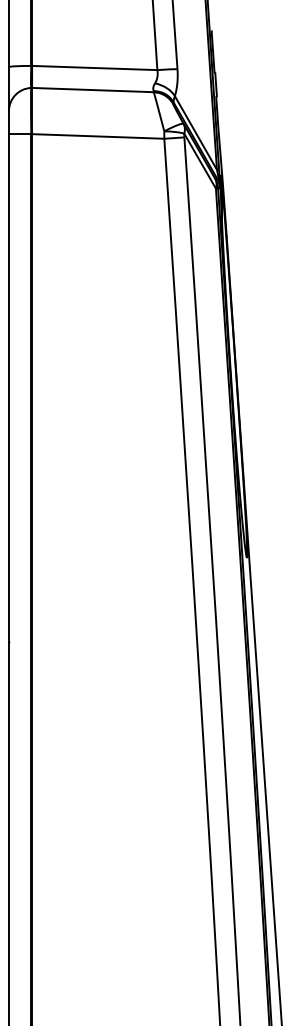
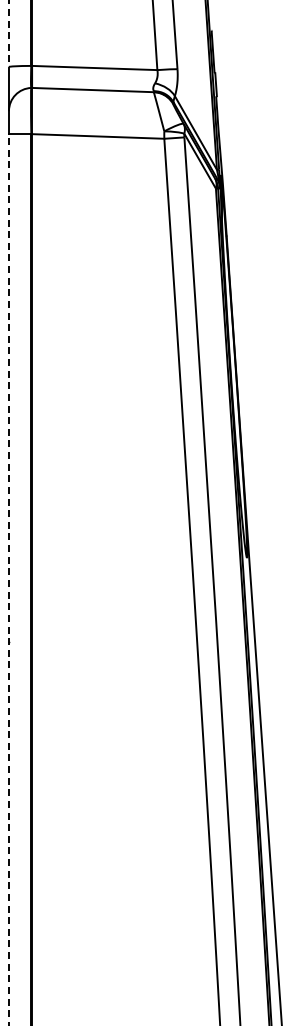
line at (8, 34): solid -> dashed
line at (8, 580): solid -> dashed
